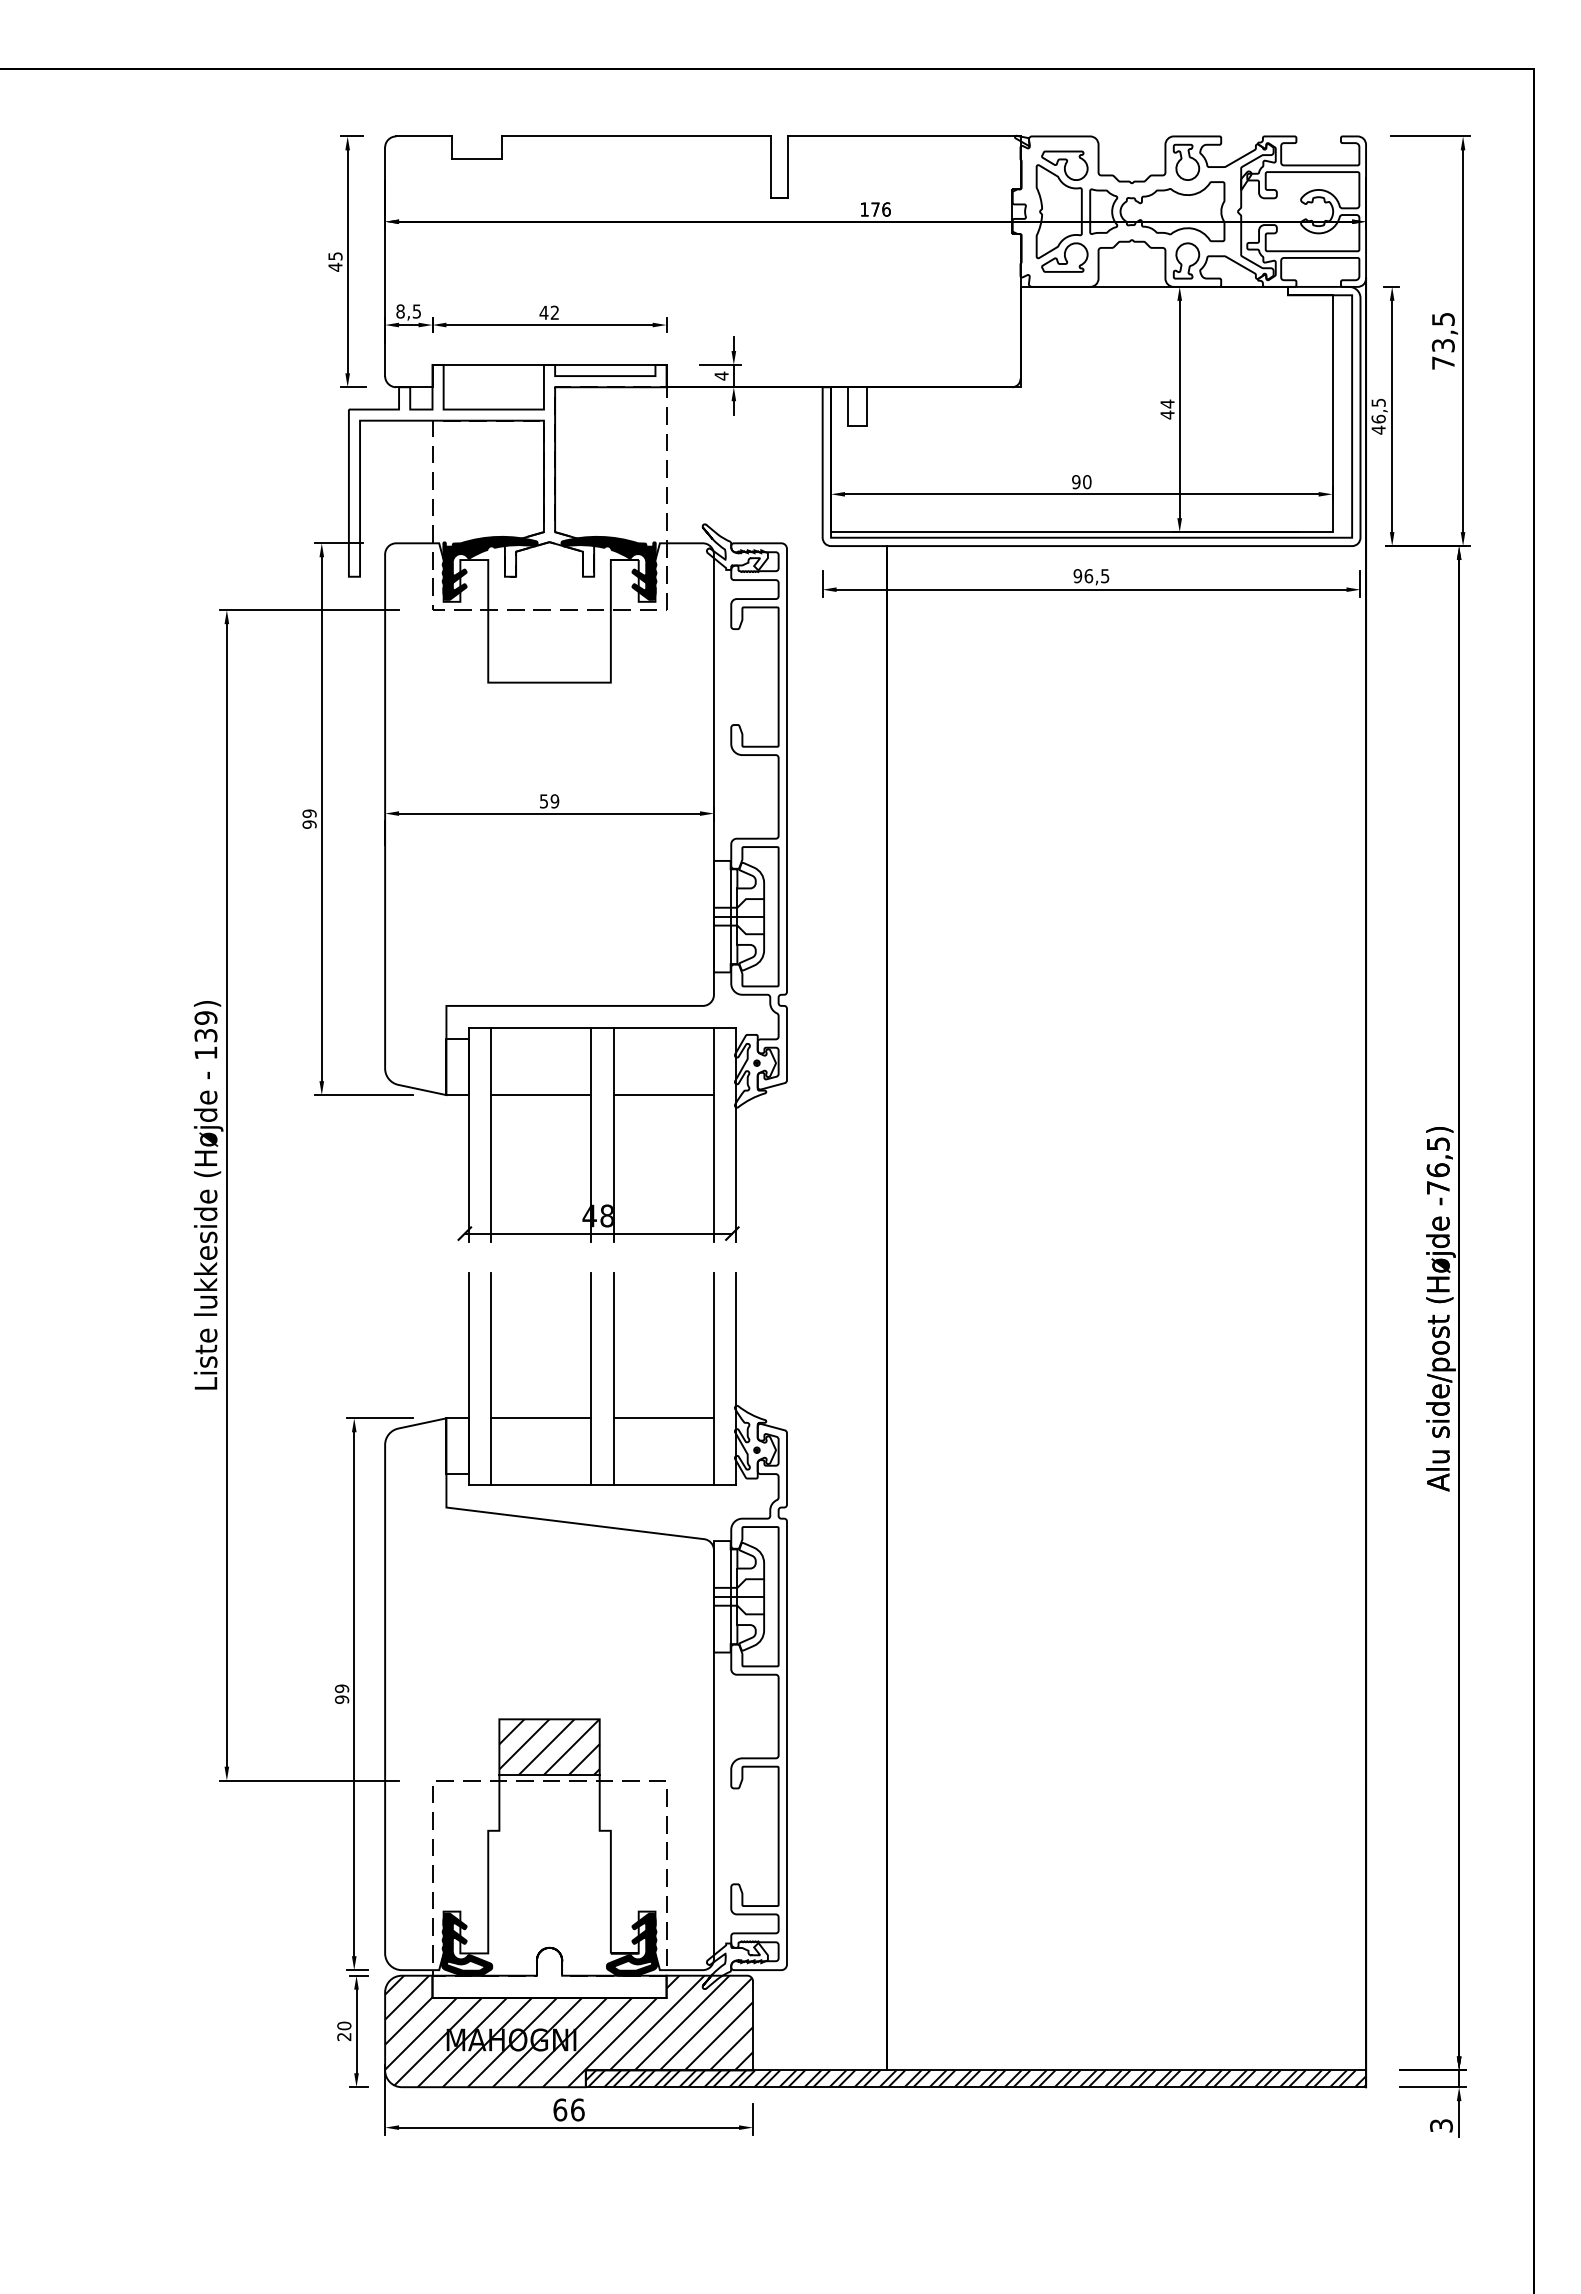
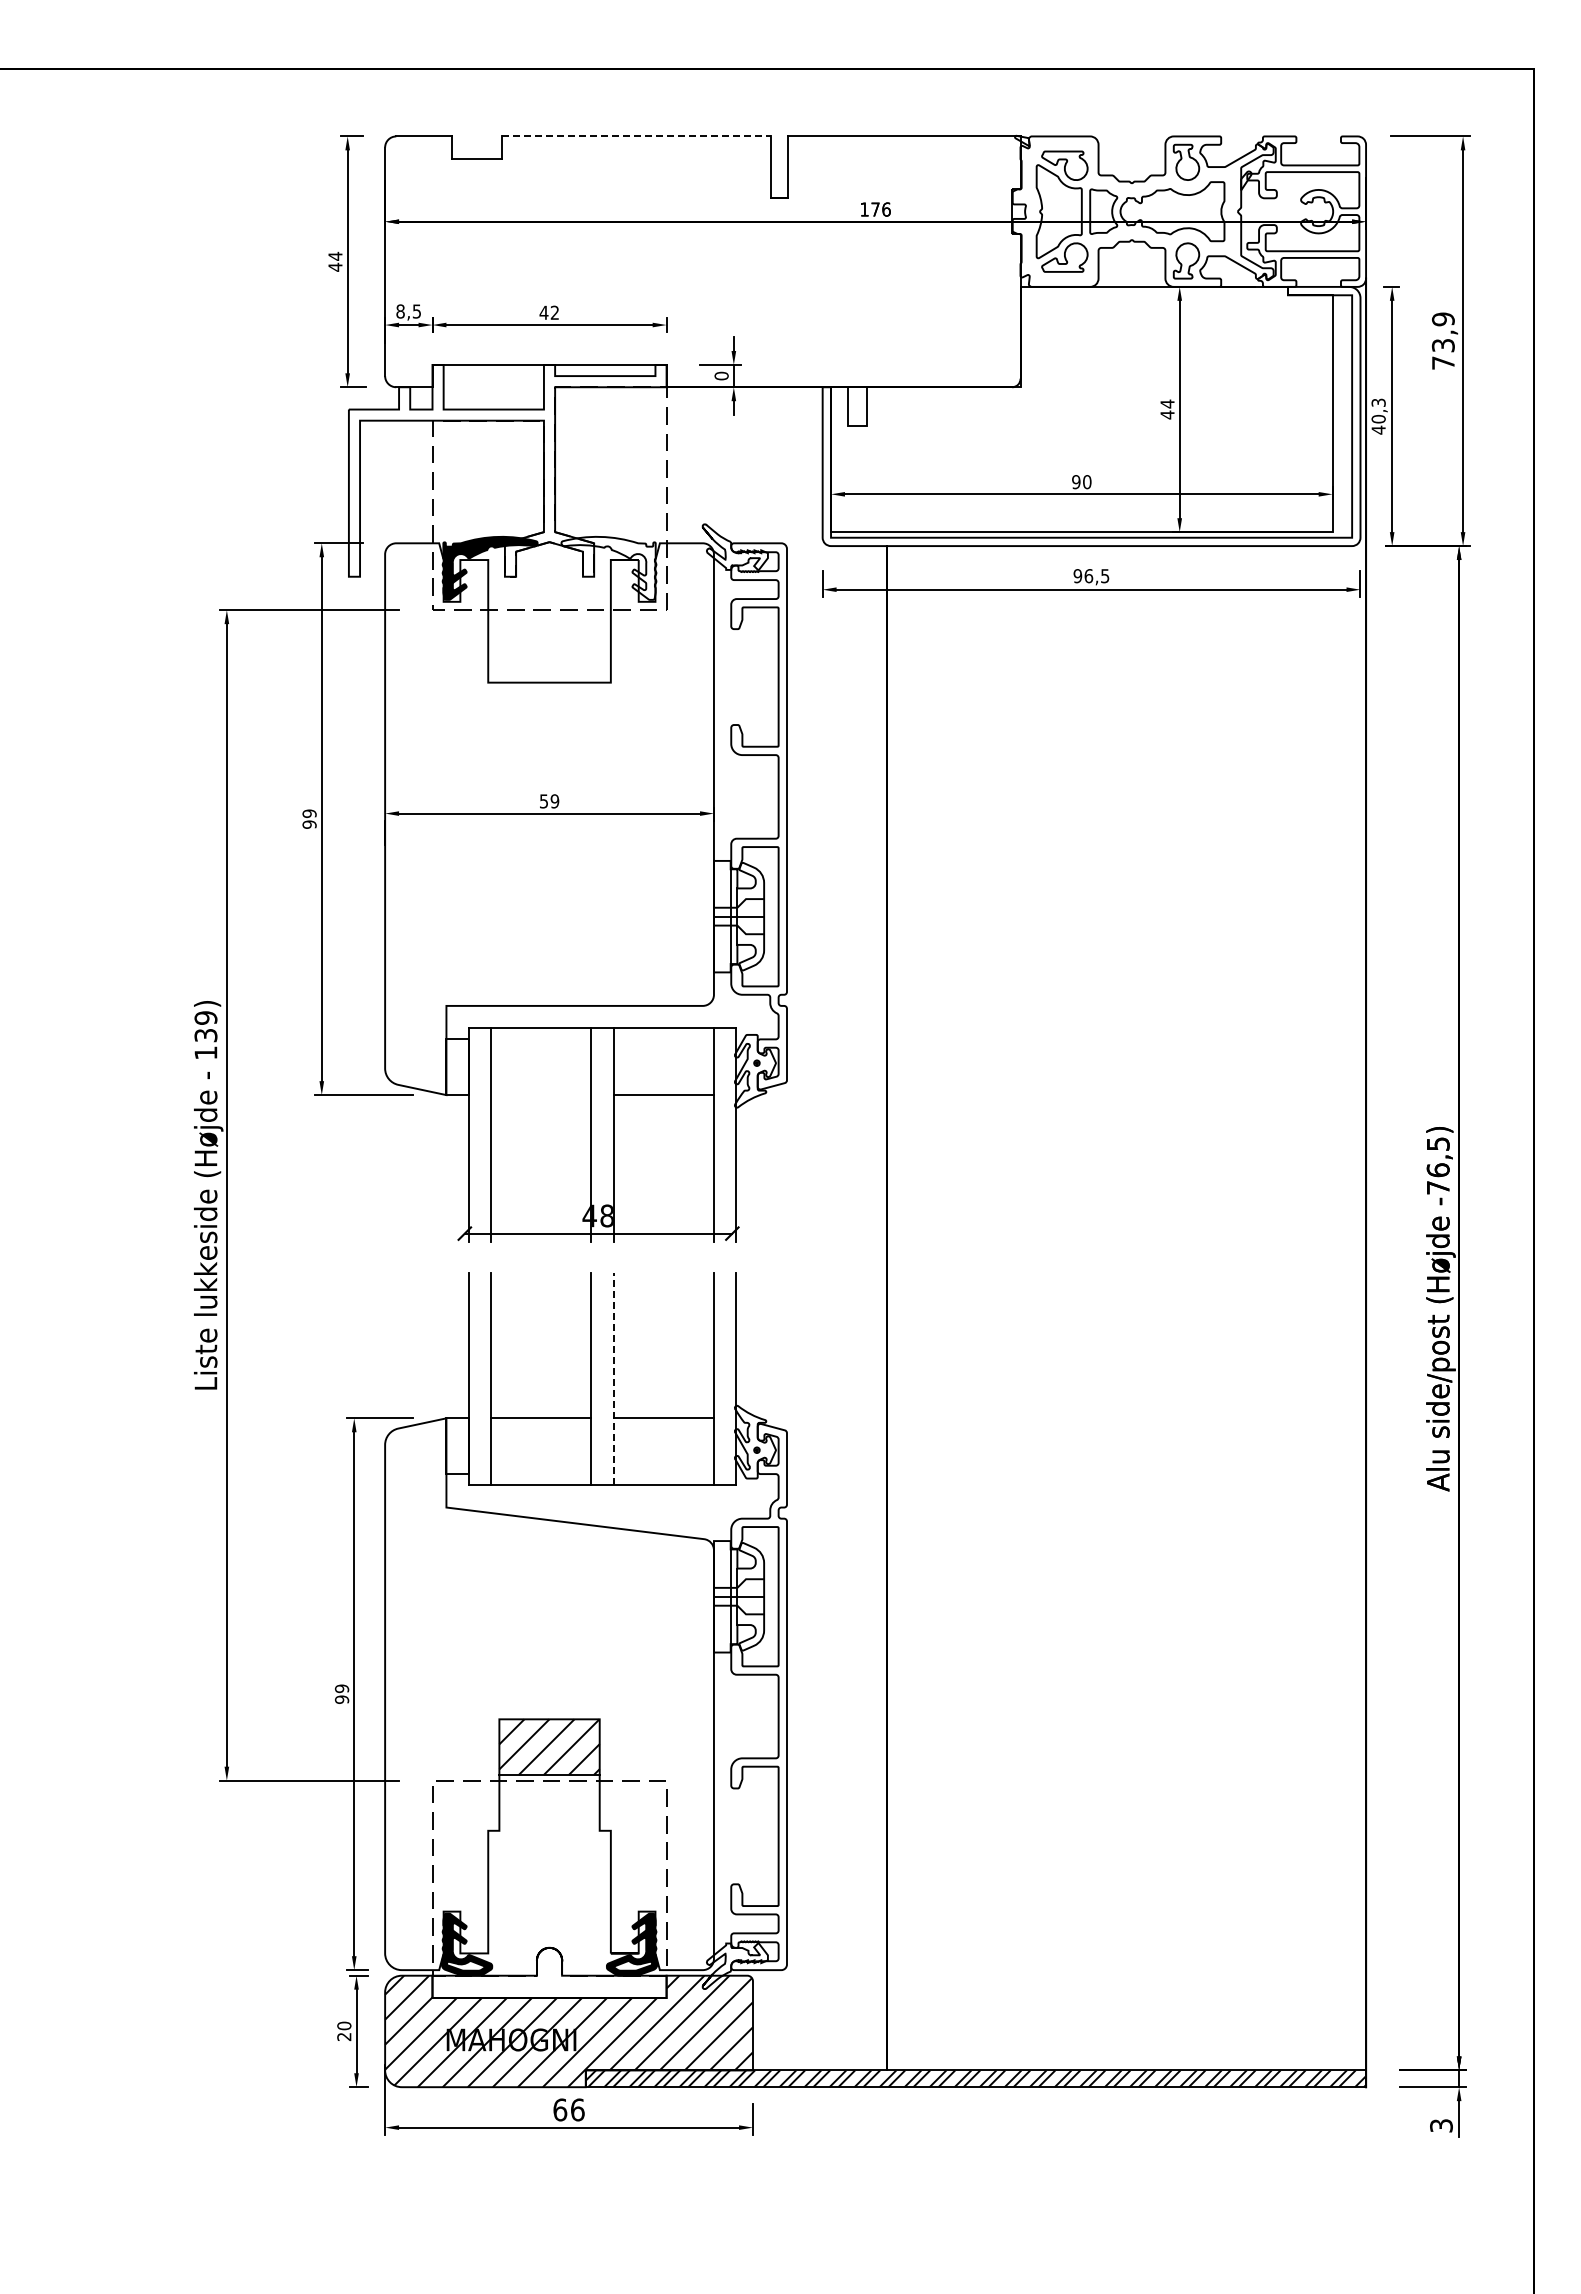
line at (637, 136): solid -> dashed
text at (335, 255): 45 -> 44
text at (1442, 319): 73,5 -> 73,9
text at (721, 375): 4 -> 0
text at (1378, 410): 46,5 -> 40,3
fill at (608, 567): present -> none
line at (541, 1095): present -> none
line at (613, 1378): solid -> dashed
